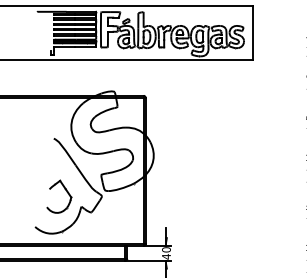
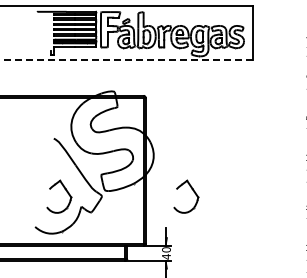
line at (125, 60): solid -> dashed
part at (193, 192): none -> present
